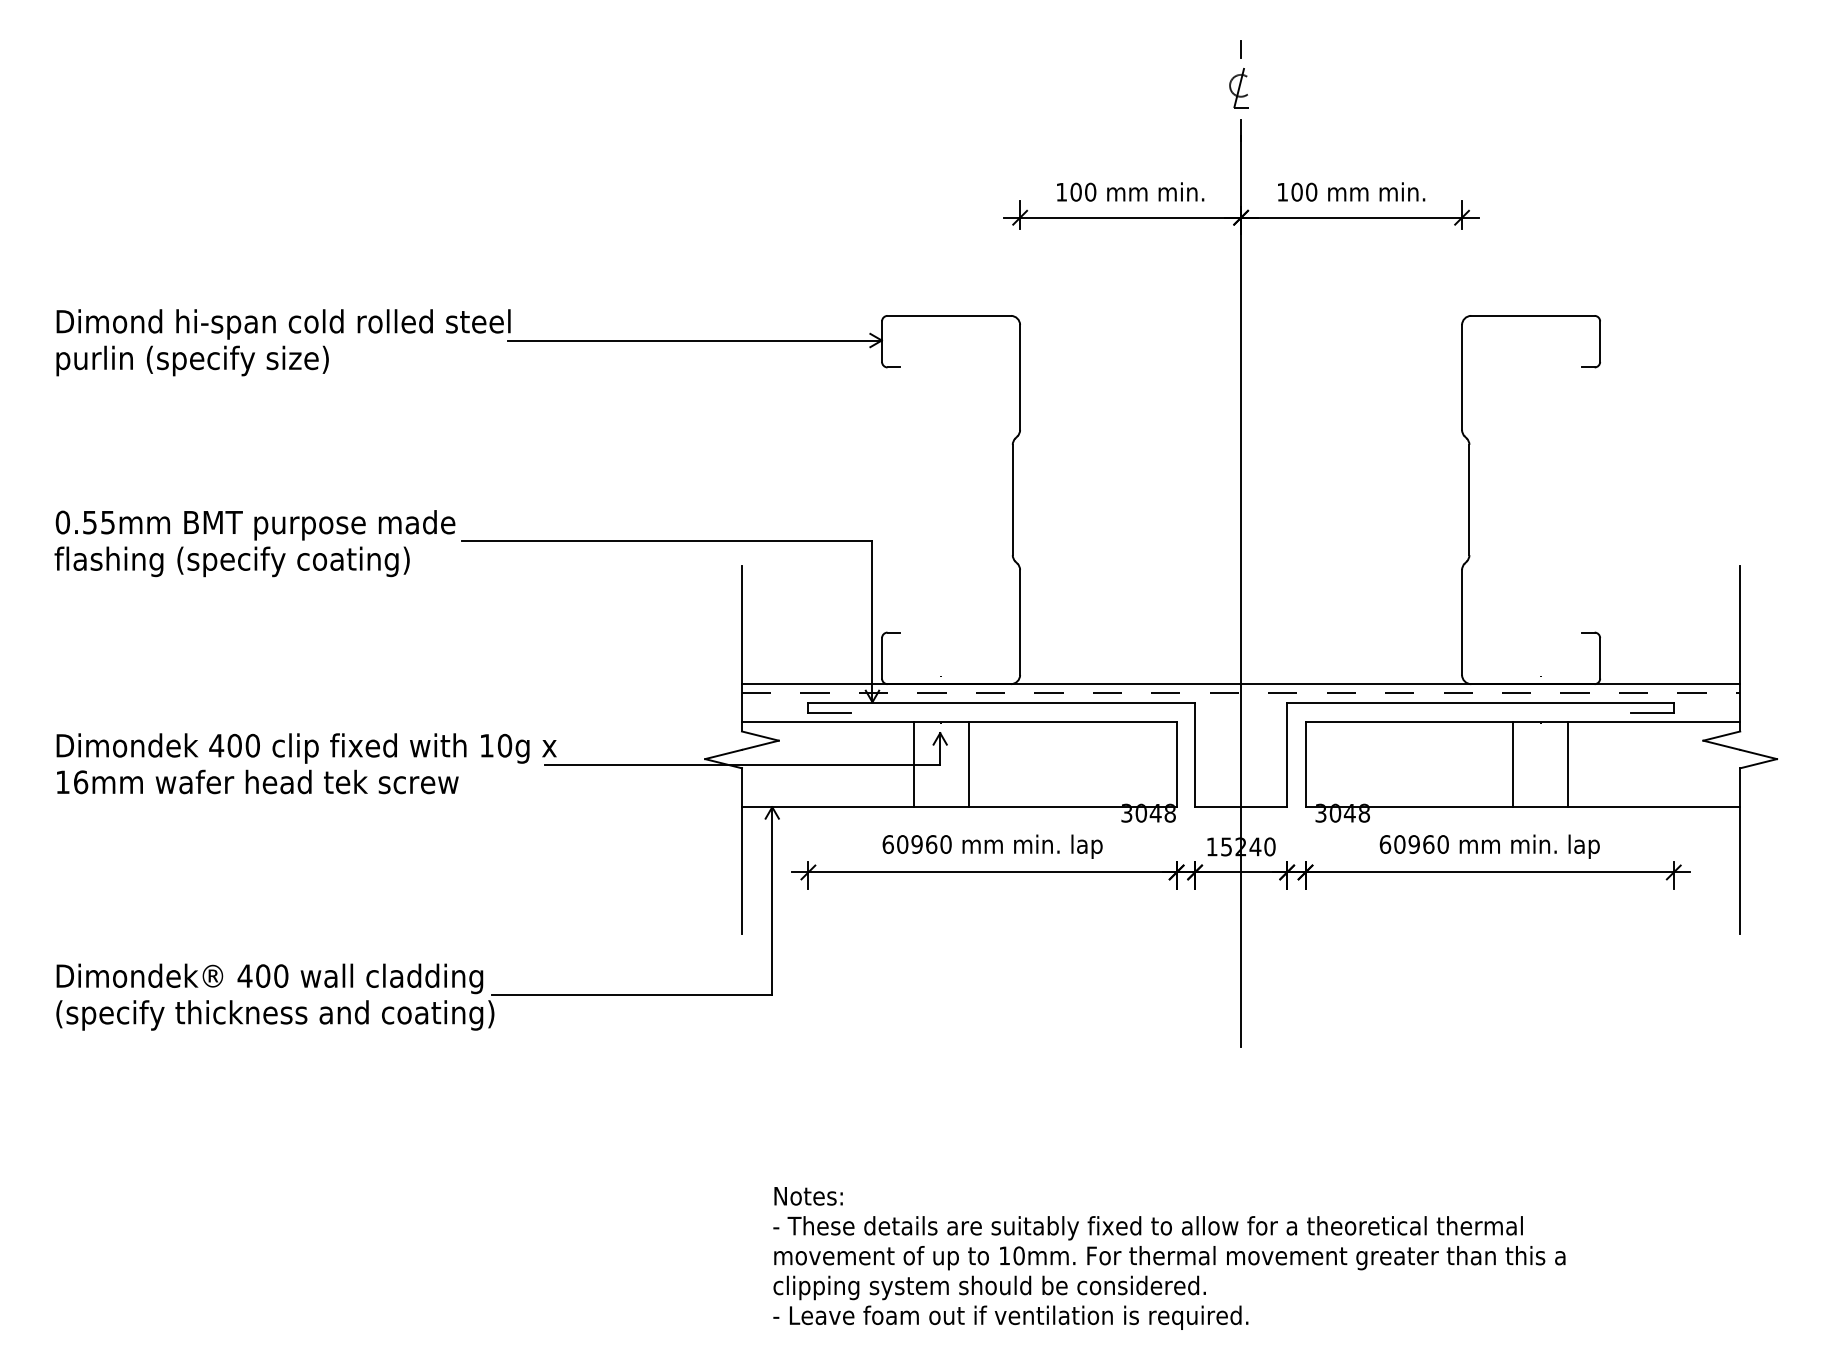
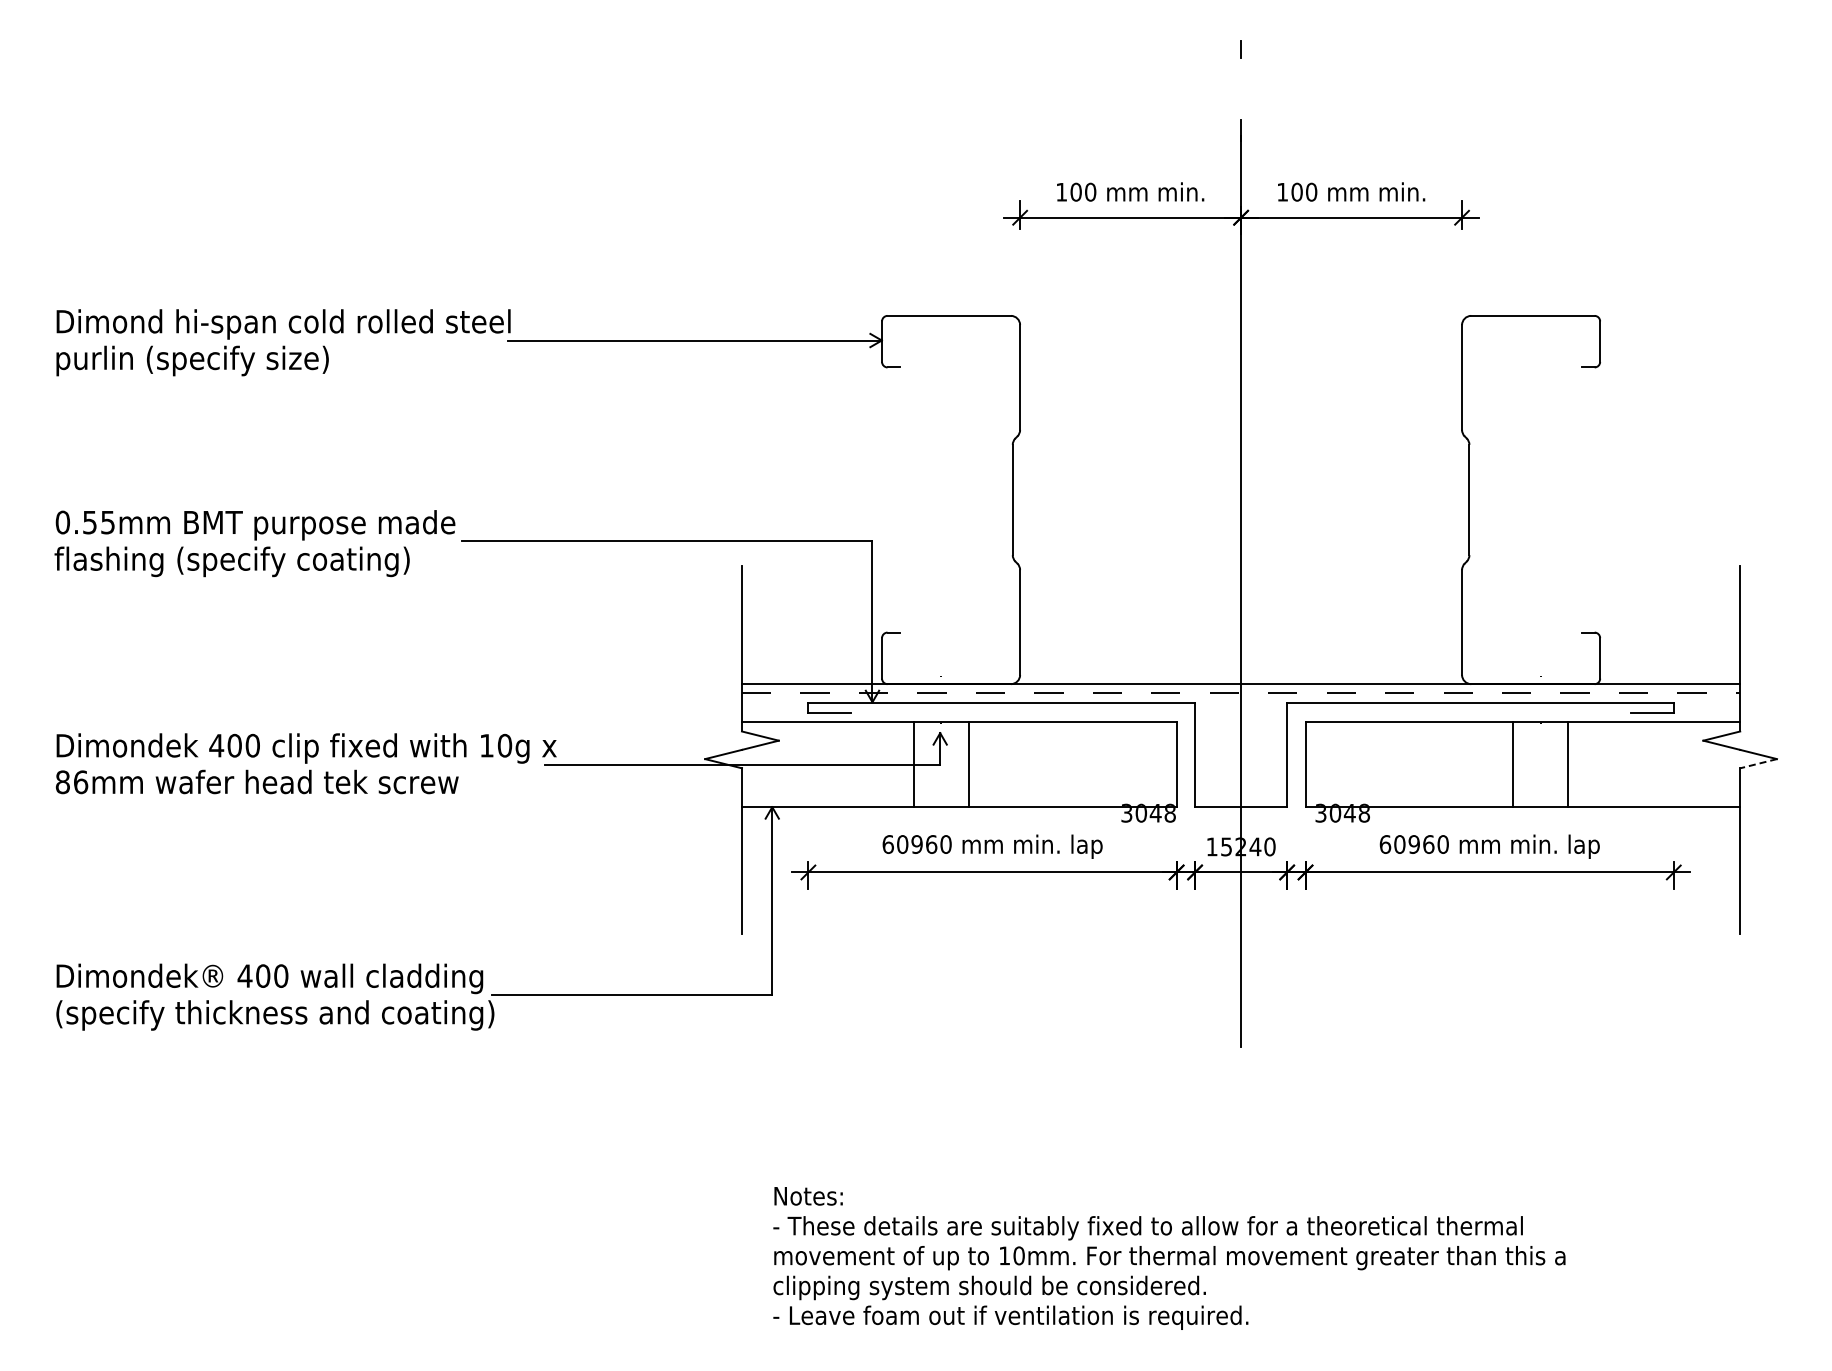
part at (1238, 88): present -> none
line at (1758, 763): solid -> dashed
text at (62, 782): 16mm -> 86mm
